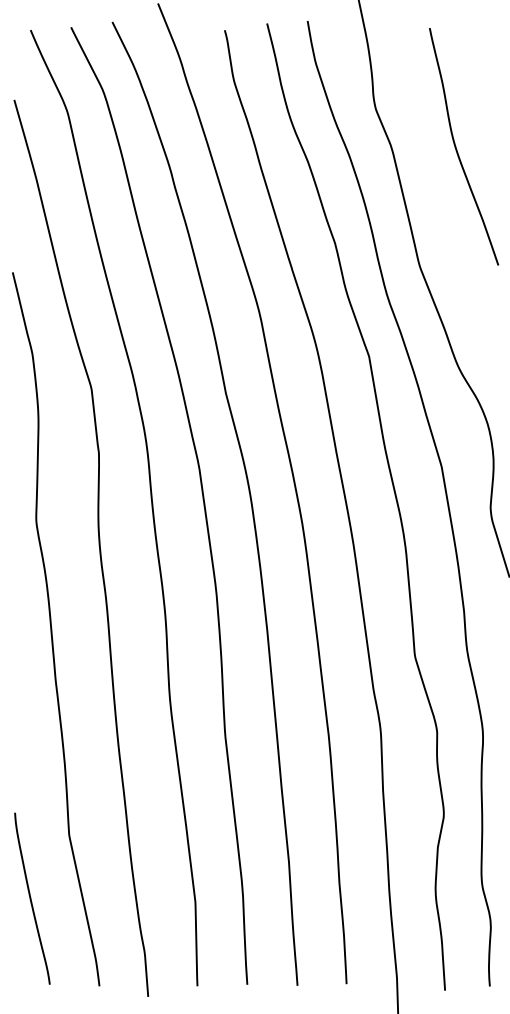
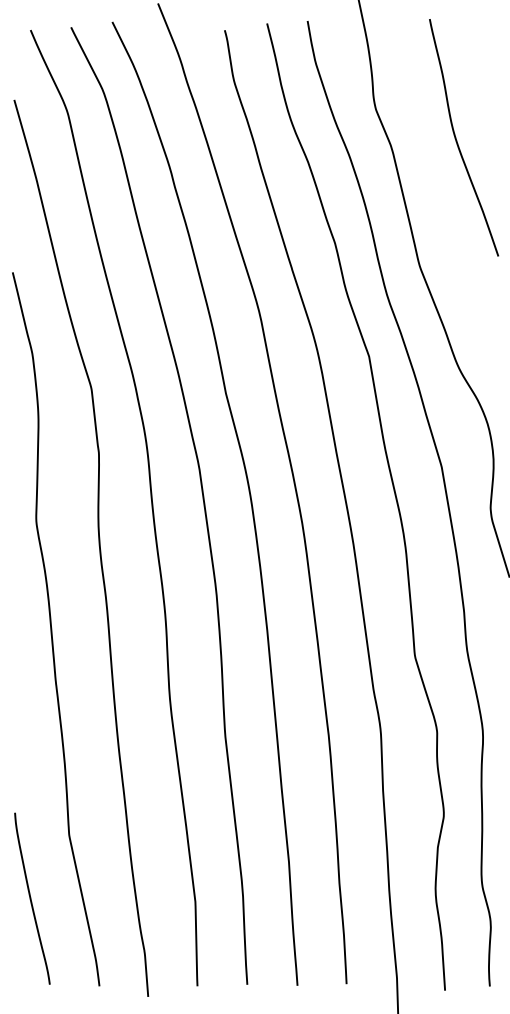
curve at (457, 149) position: (457, 149) -> (457, 140)
